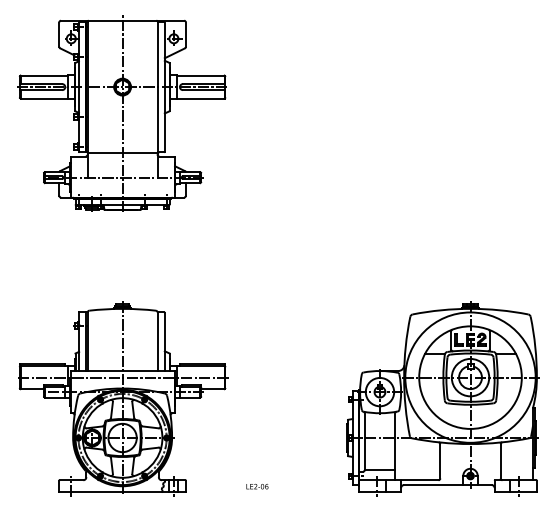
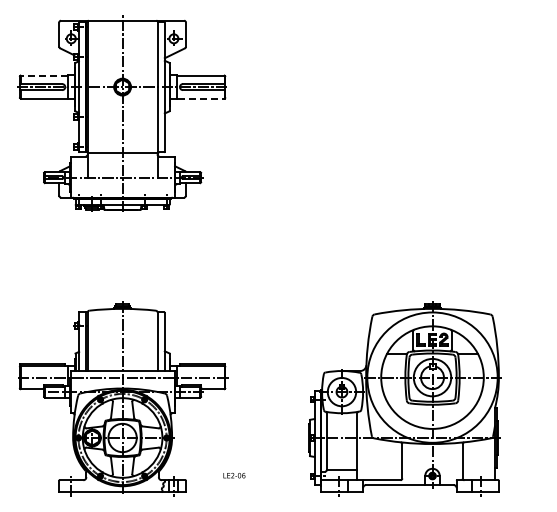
line at (44, 75): solid -> dashed
line at (201, 98): solid -> dashed
part at (442, 398) position: (442, 398) -> (404, 398)
text at (257, 486) position: (257, 486) -> (234, 475)
